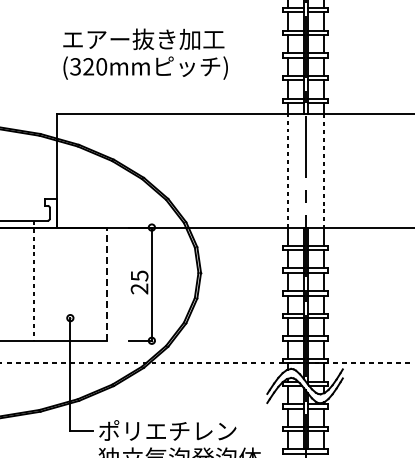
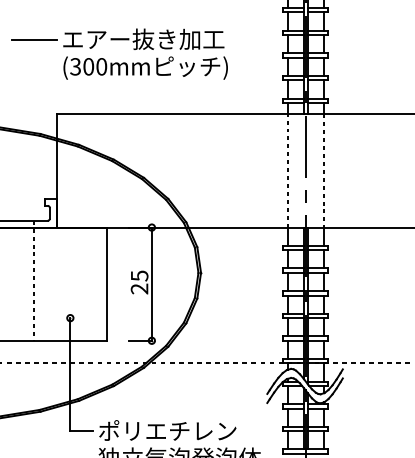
line at (33, 39): none -> present
text at (88, 66): (320mm -> (300mm
line at (106, 284): dashed -> solid
